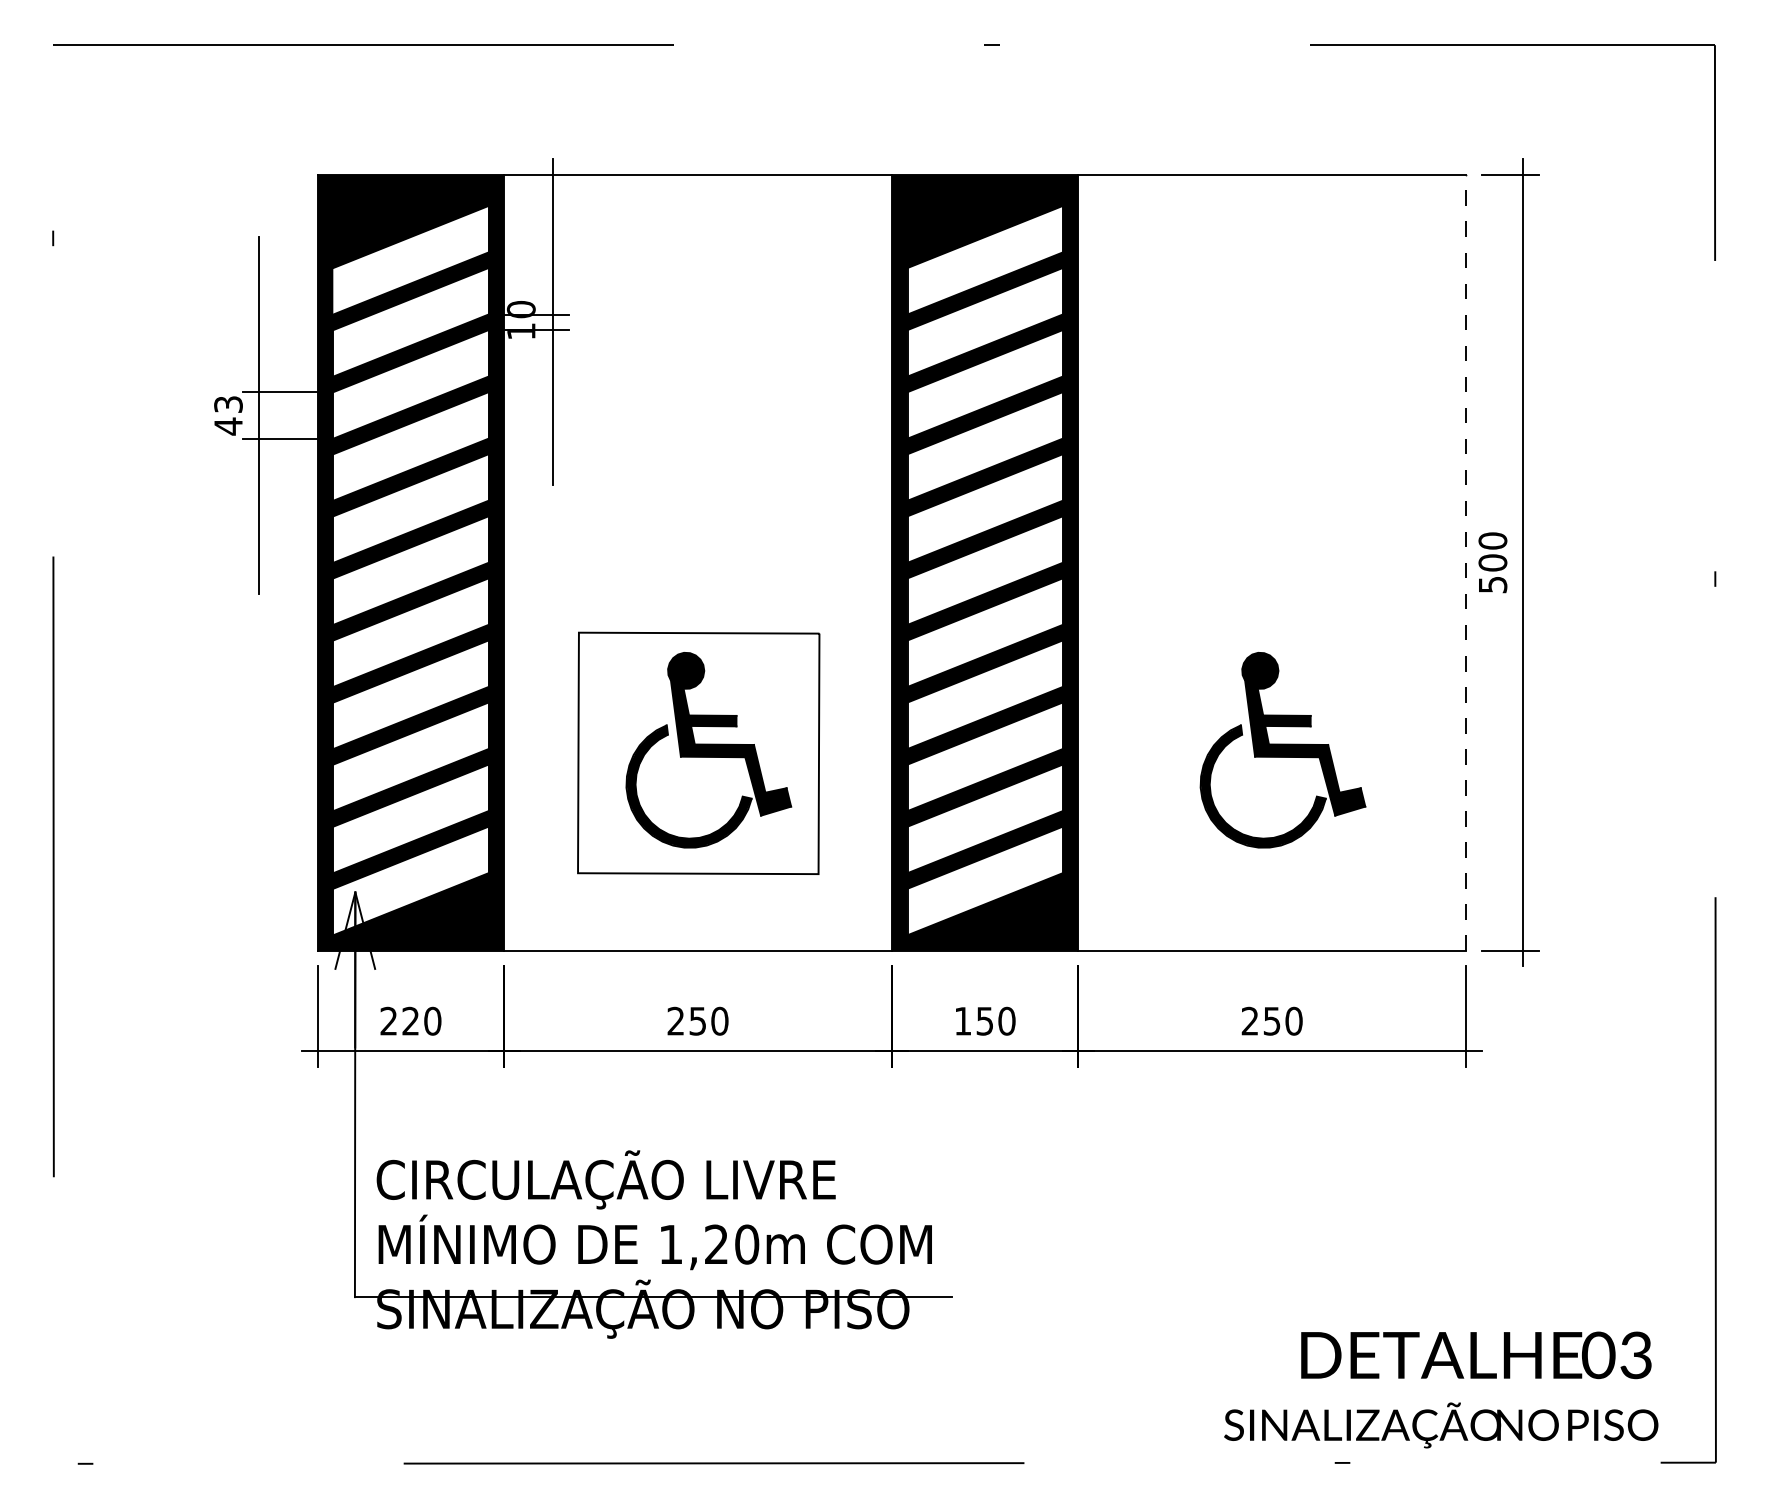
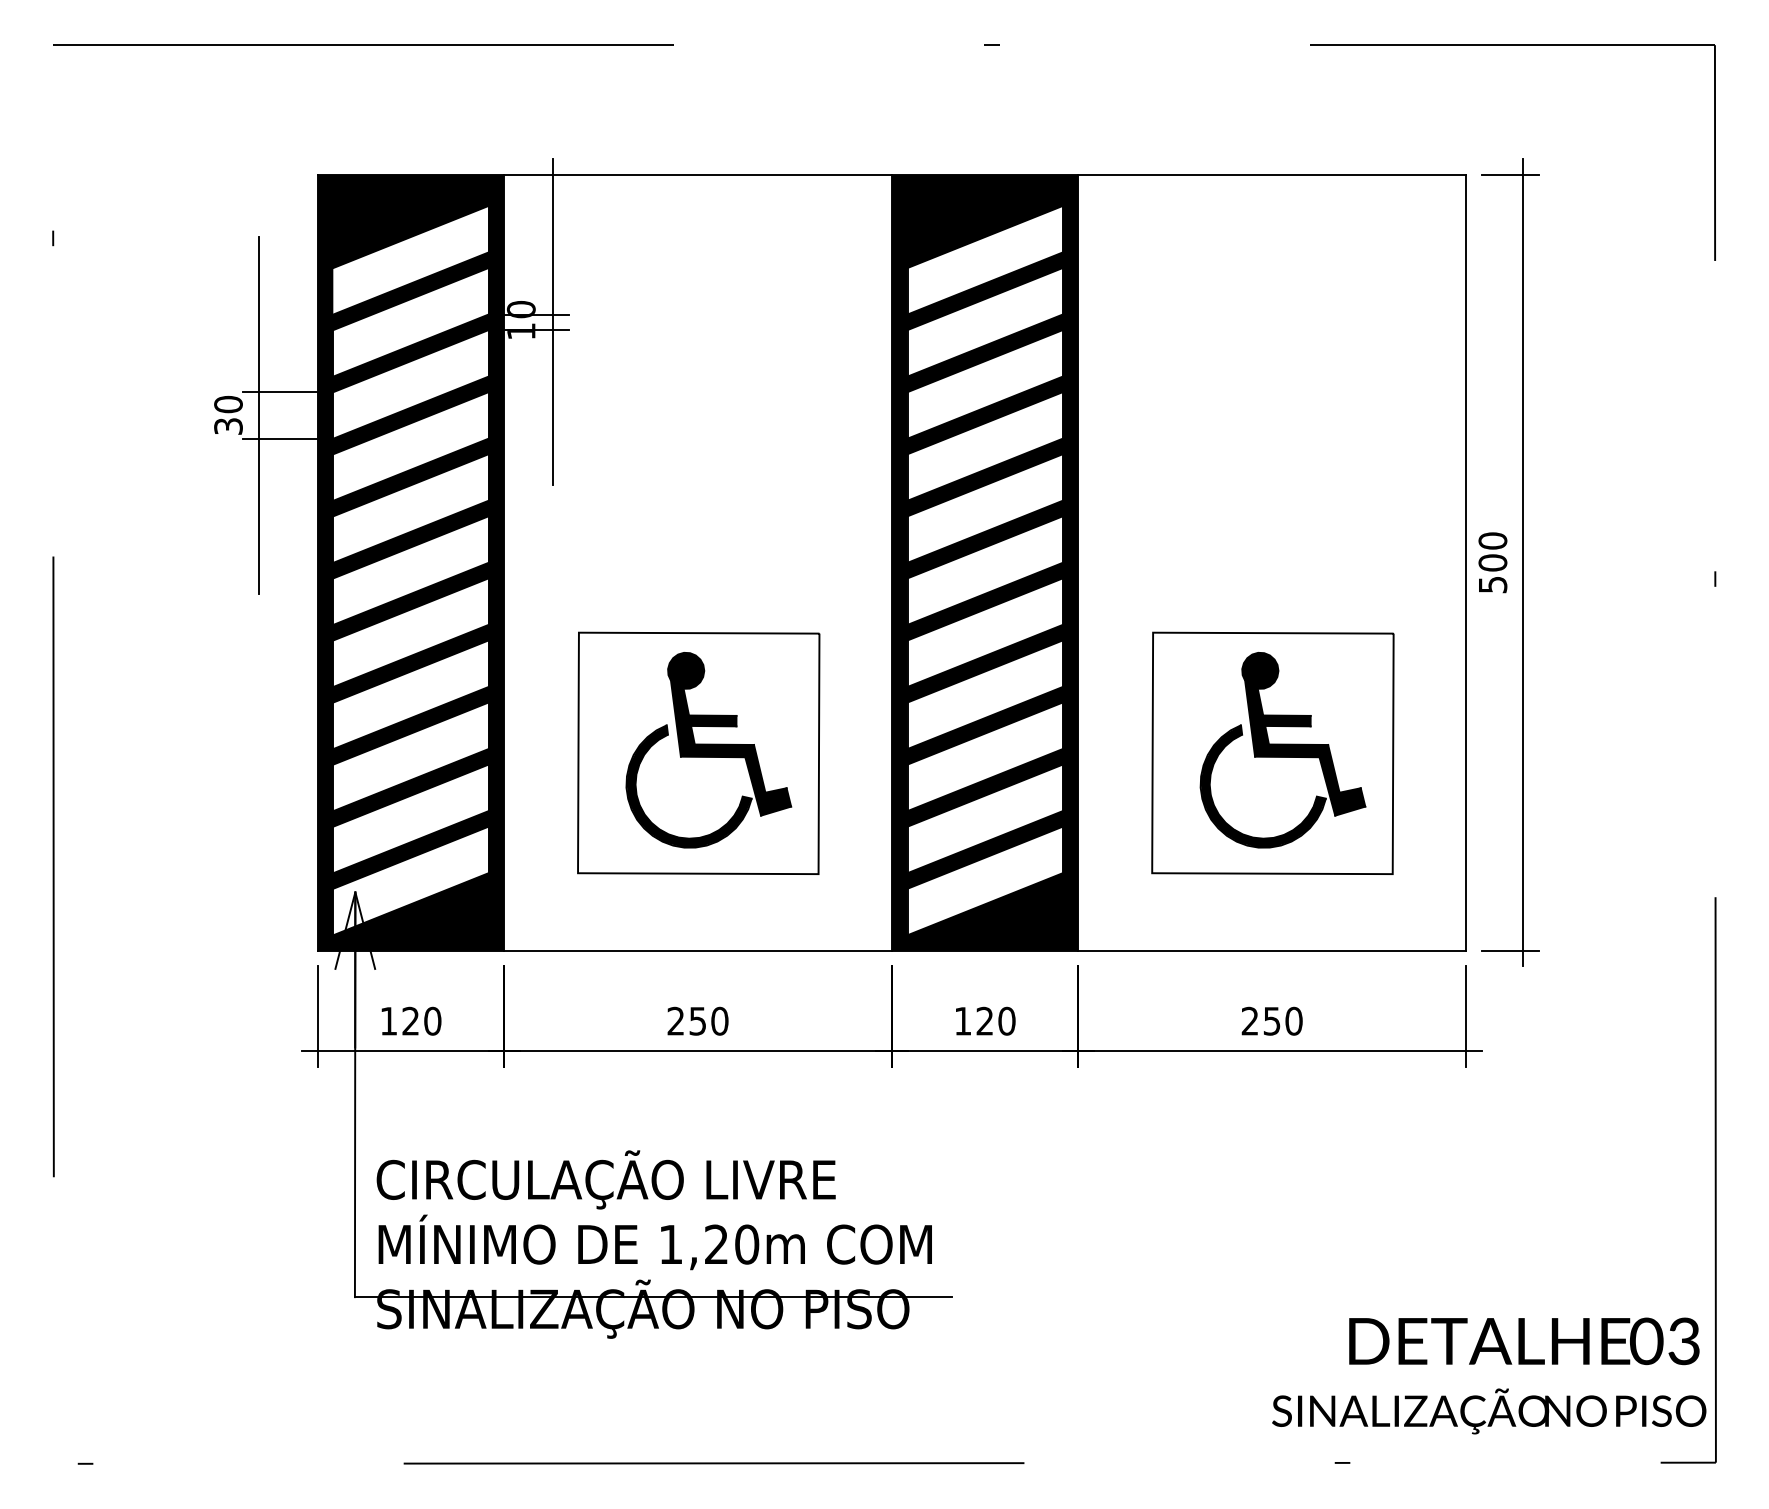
text at (228, 415): 43 -> 30
line at (1466, 562): dashed -> solid
part at (1272, 752): none -> present
text at (388, 1020): 220 -> 120
text at (984, 1020): 150 -> 120
text at (1441, 1389) position: (1441, 1389) -> (1489, 1375)
